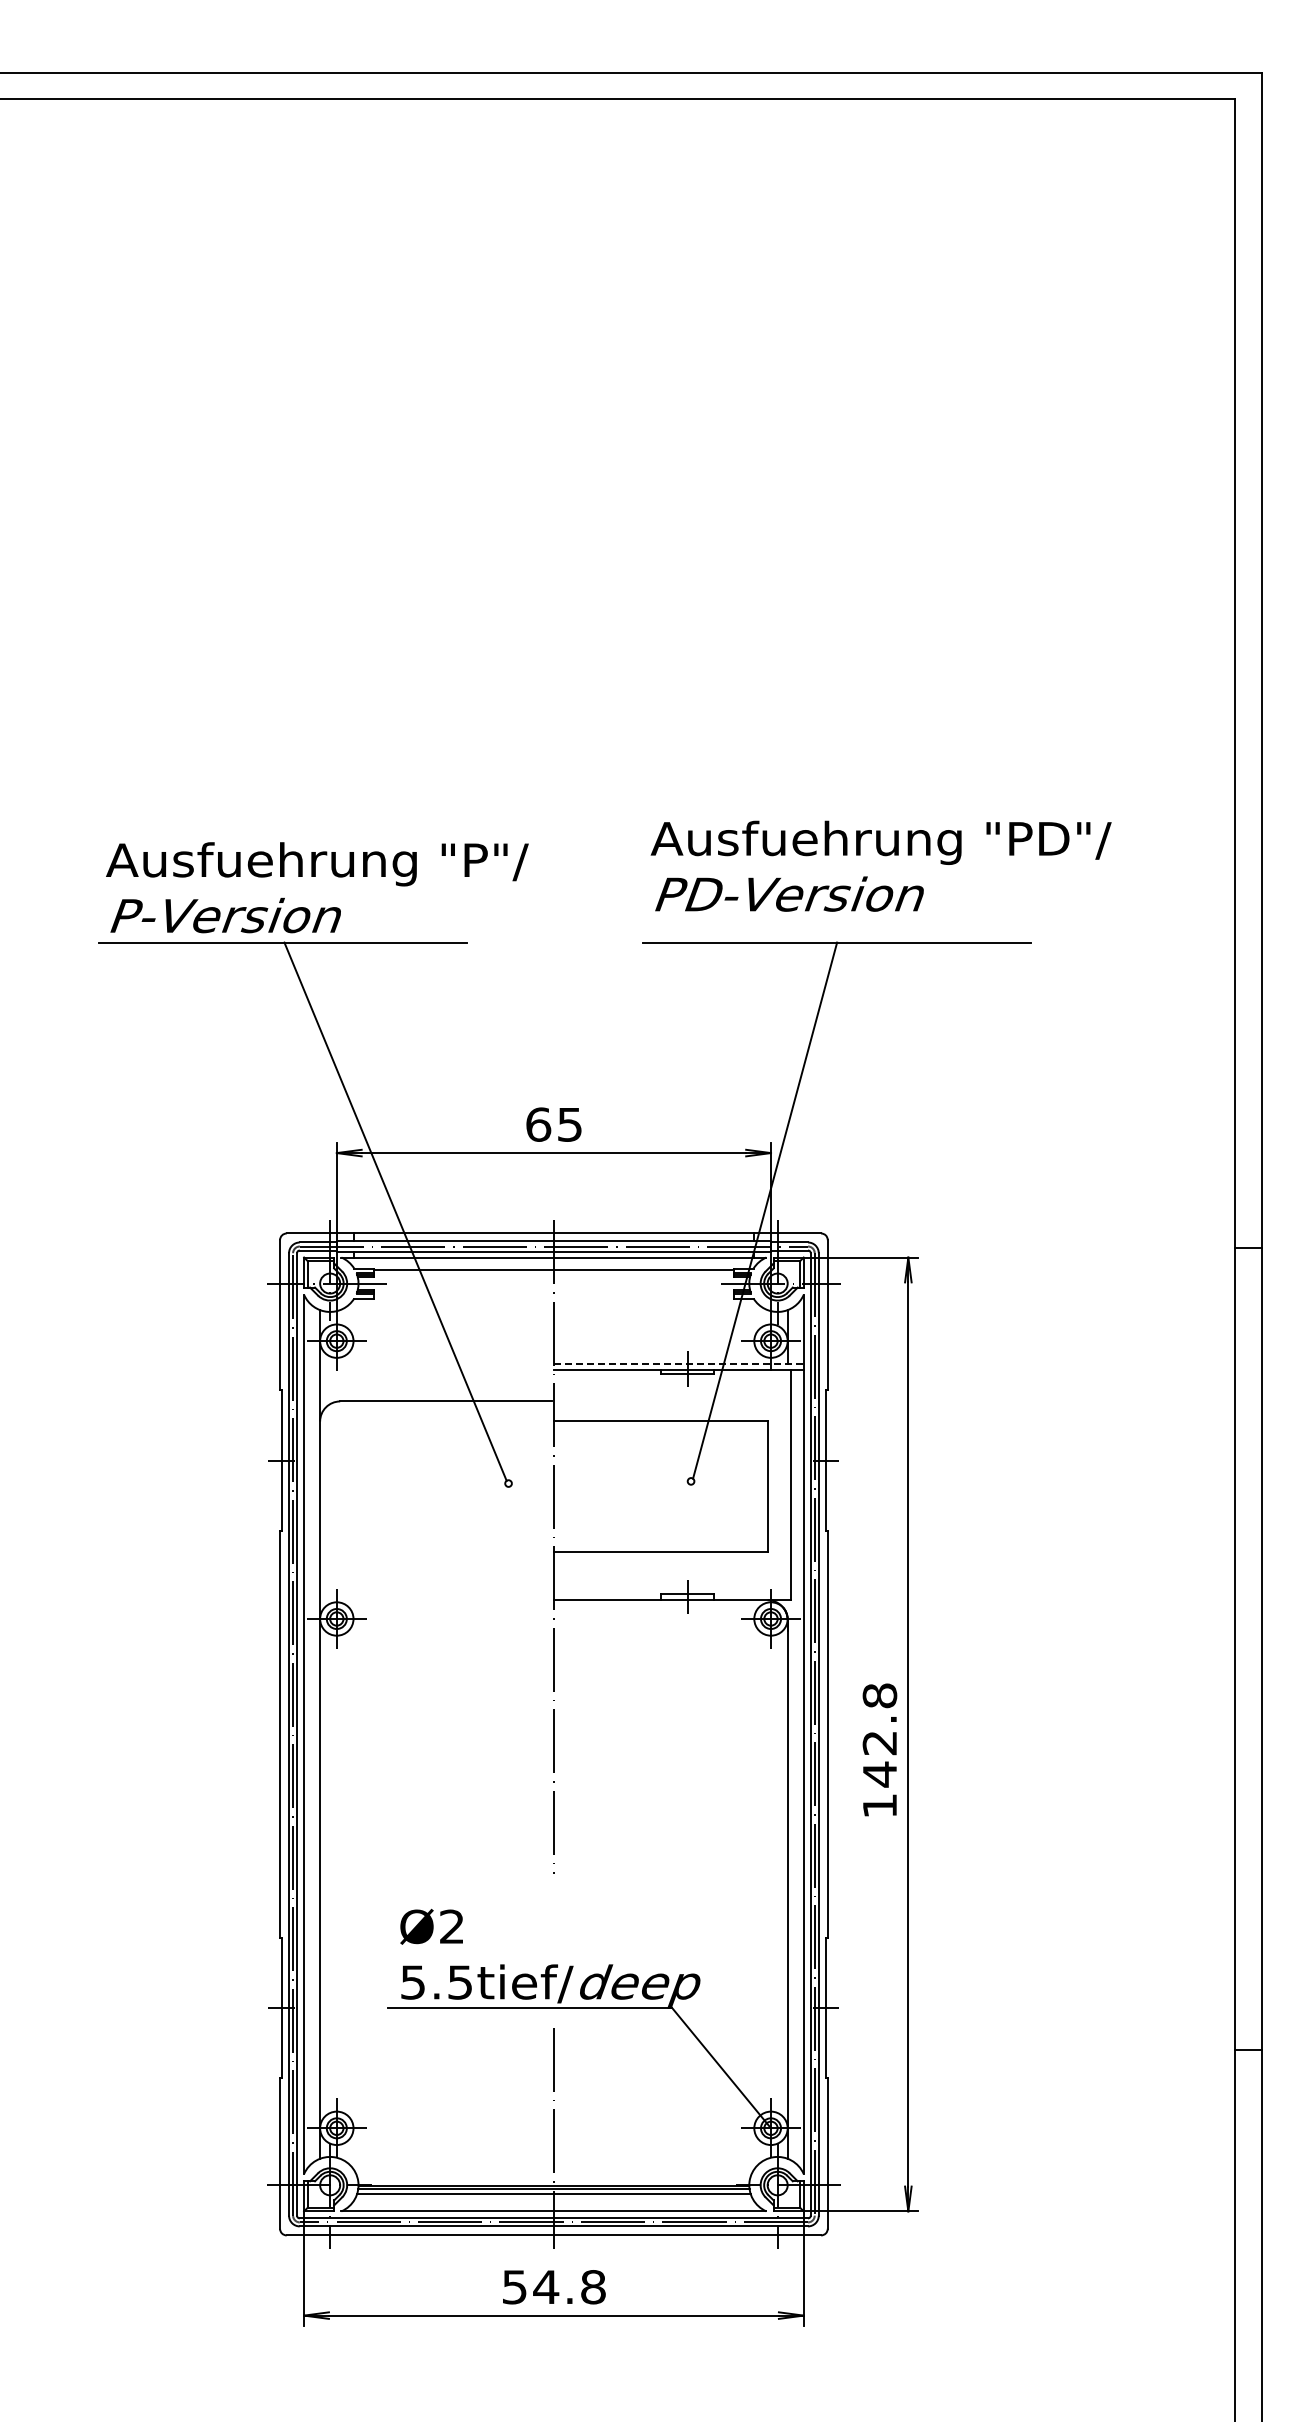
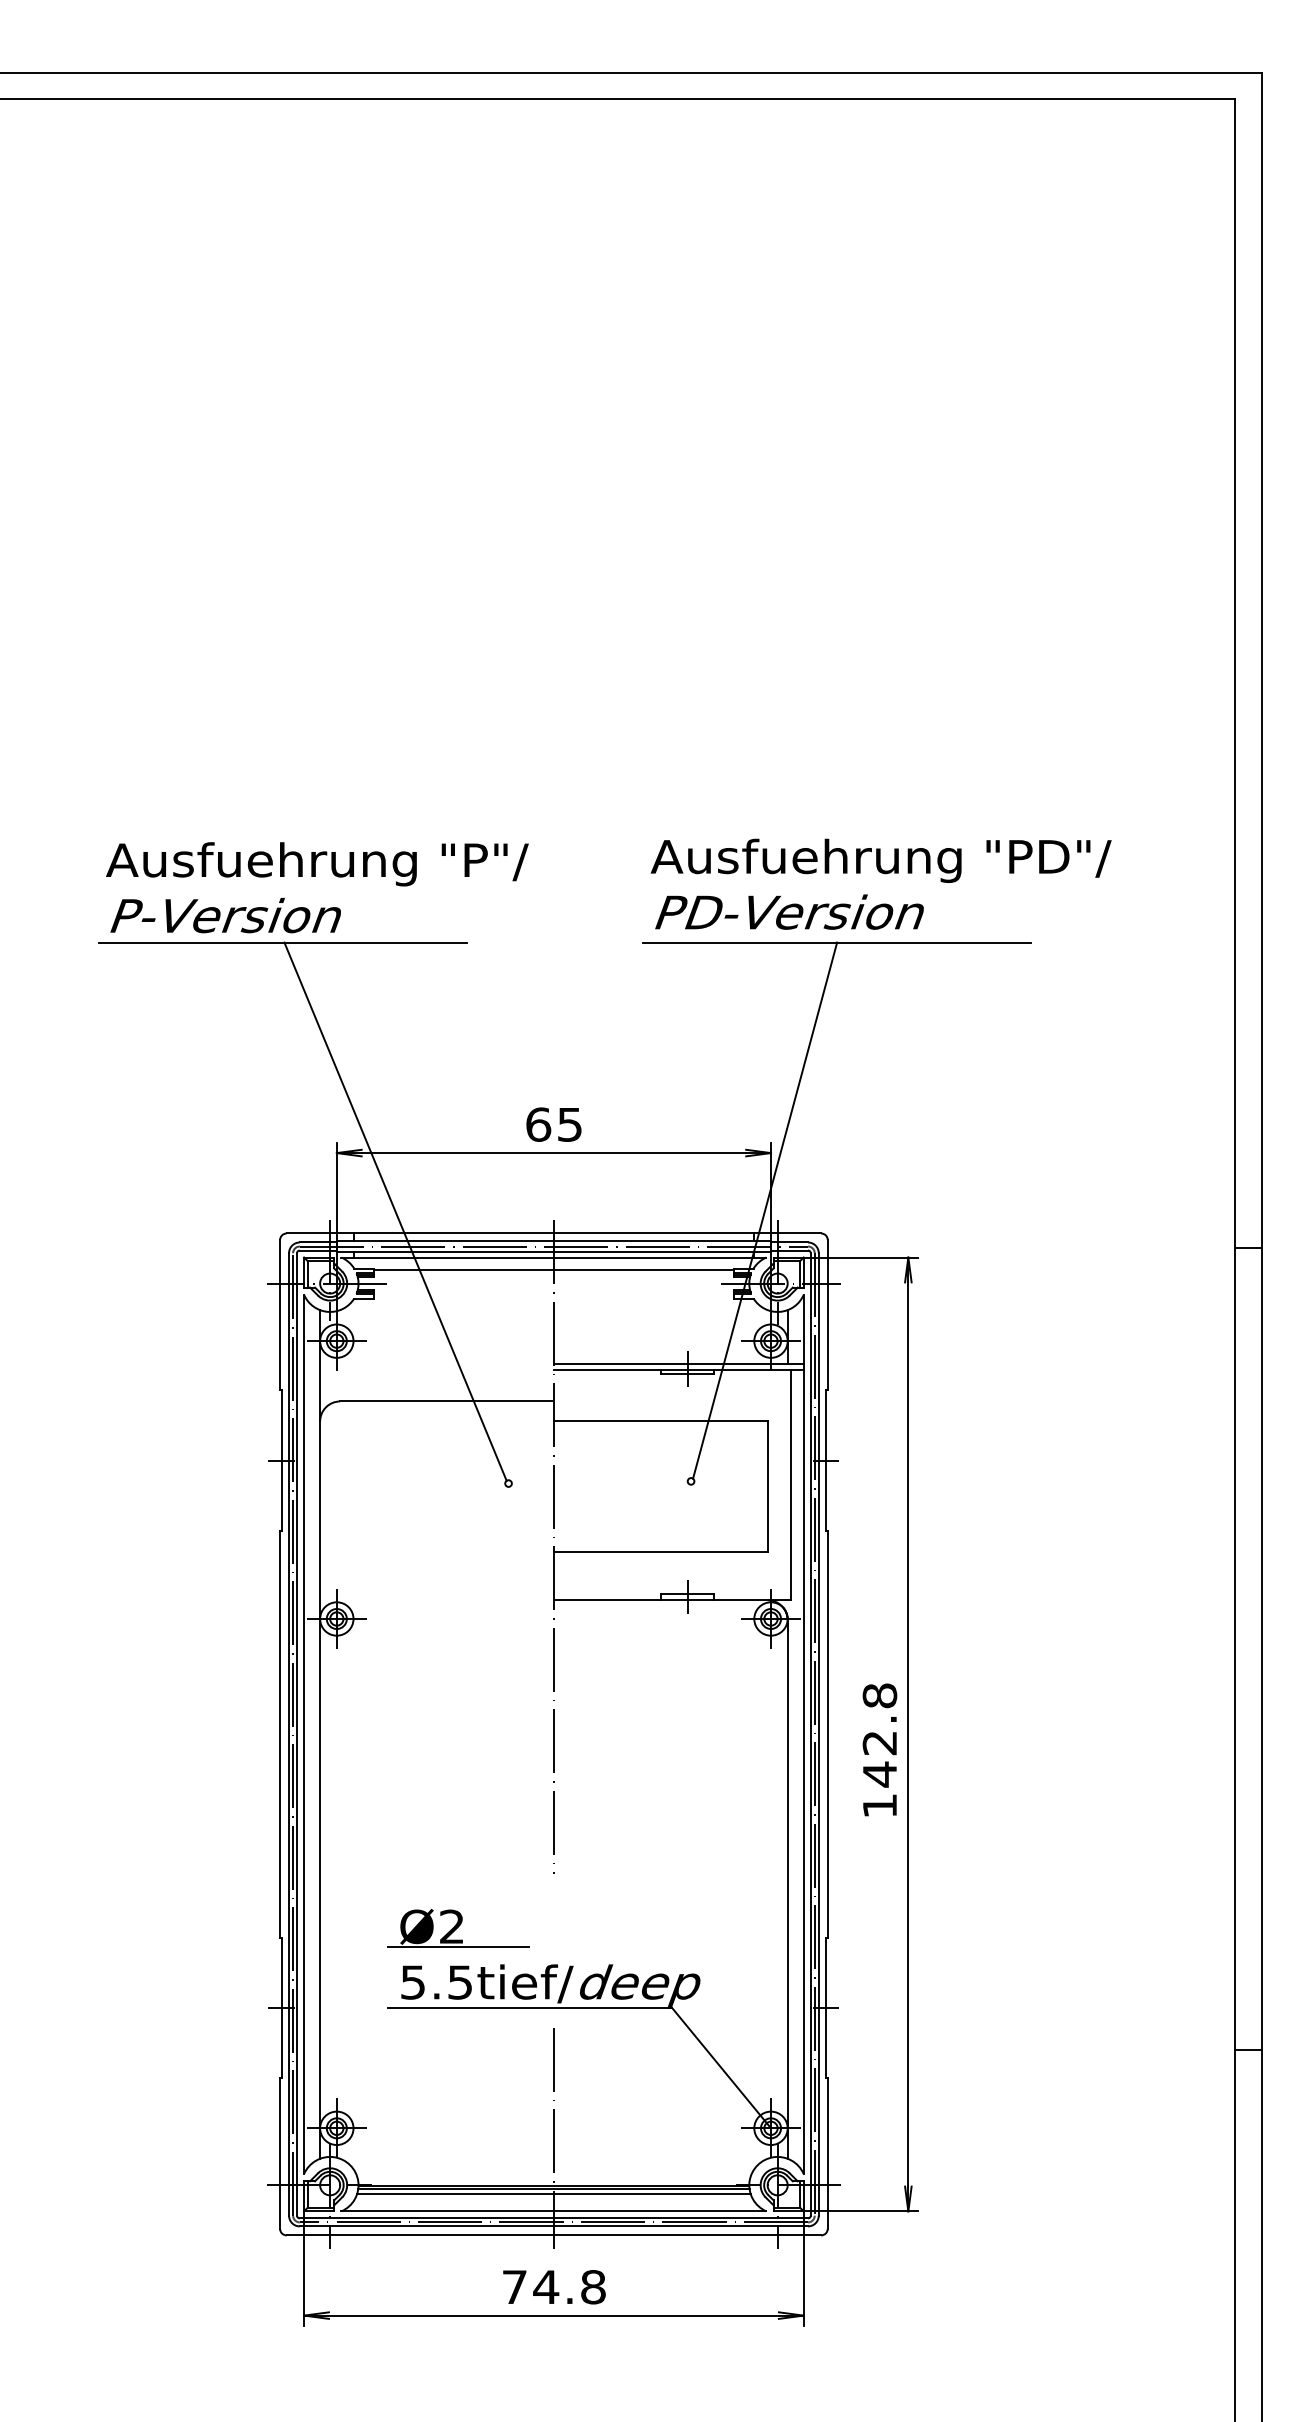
text at (880, 865) position: (880, 865) -> (880, 883)
line at (678, 1363): dashed -> solid
line at (458, 1946): none -> present
text at (514, 2287): 54.8 -> 74.8
